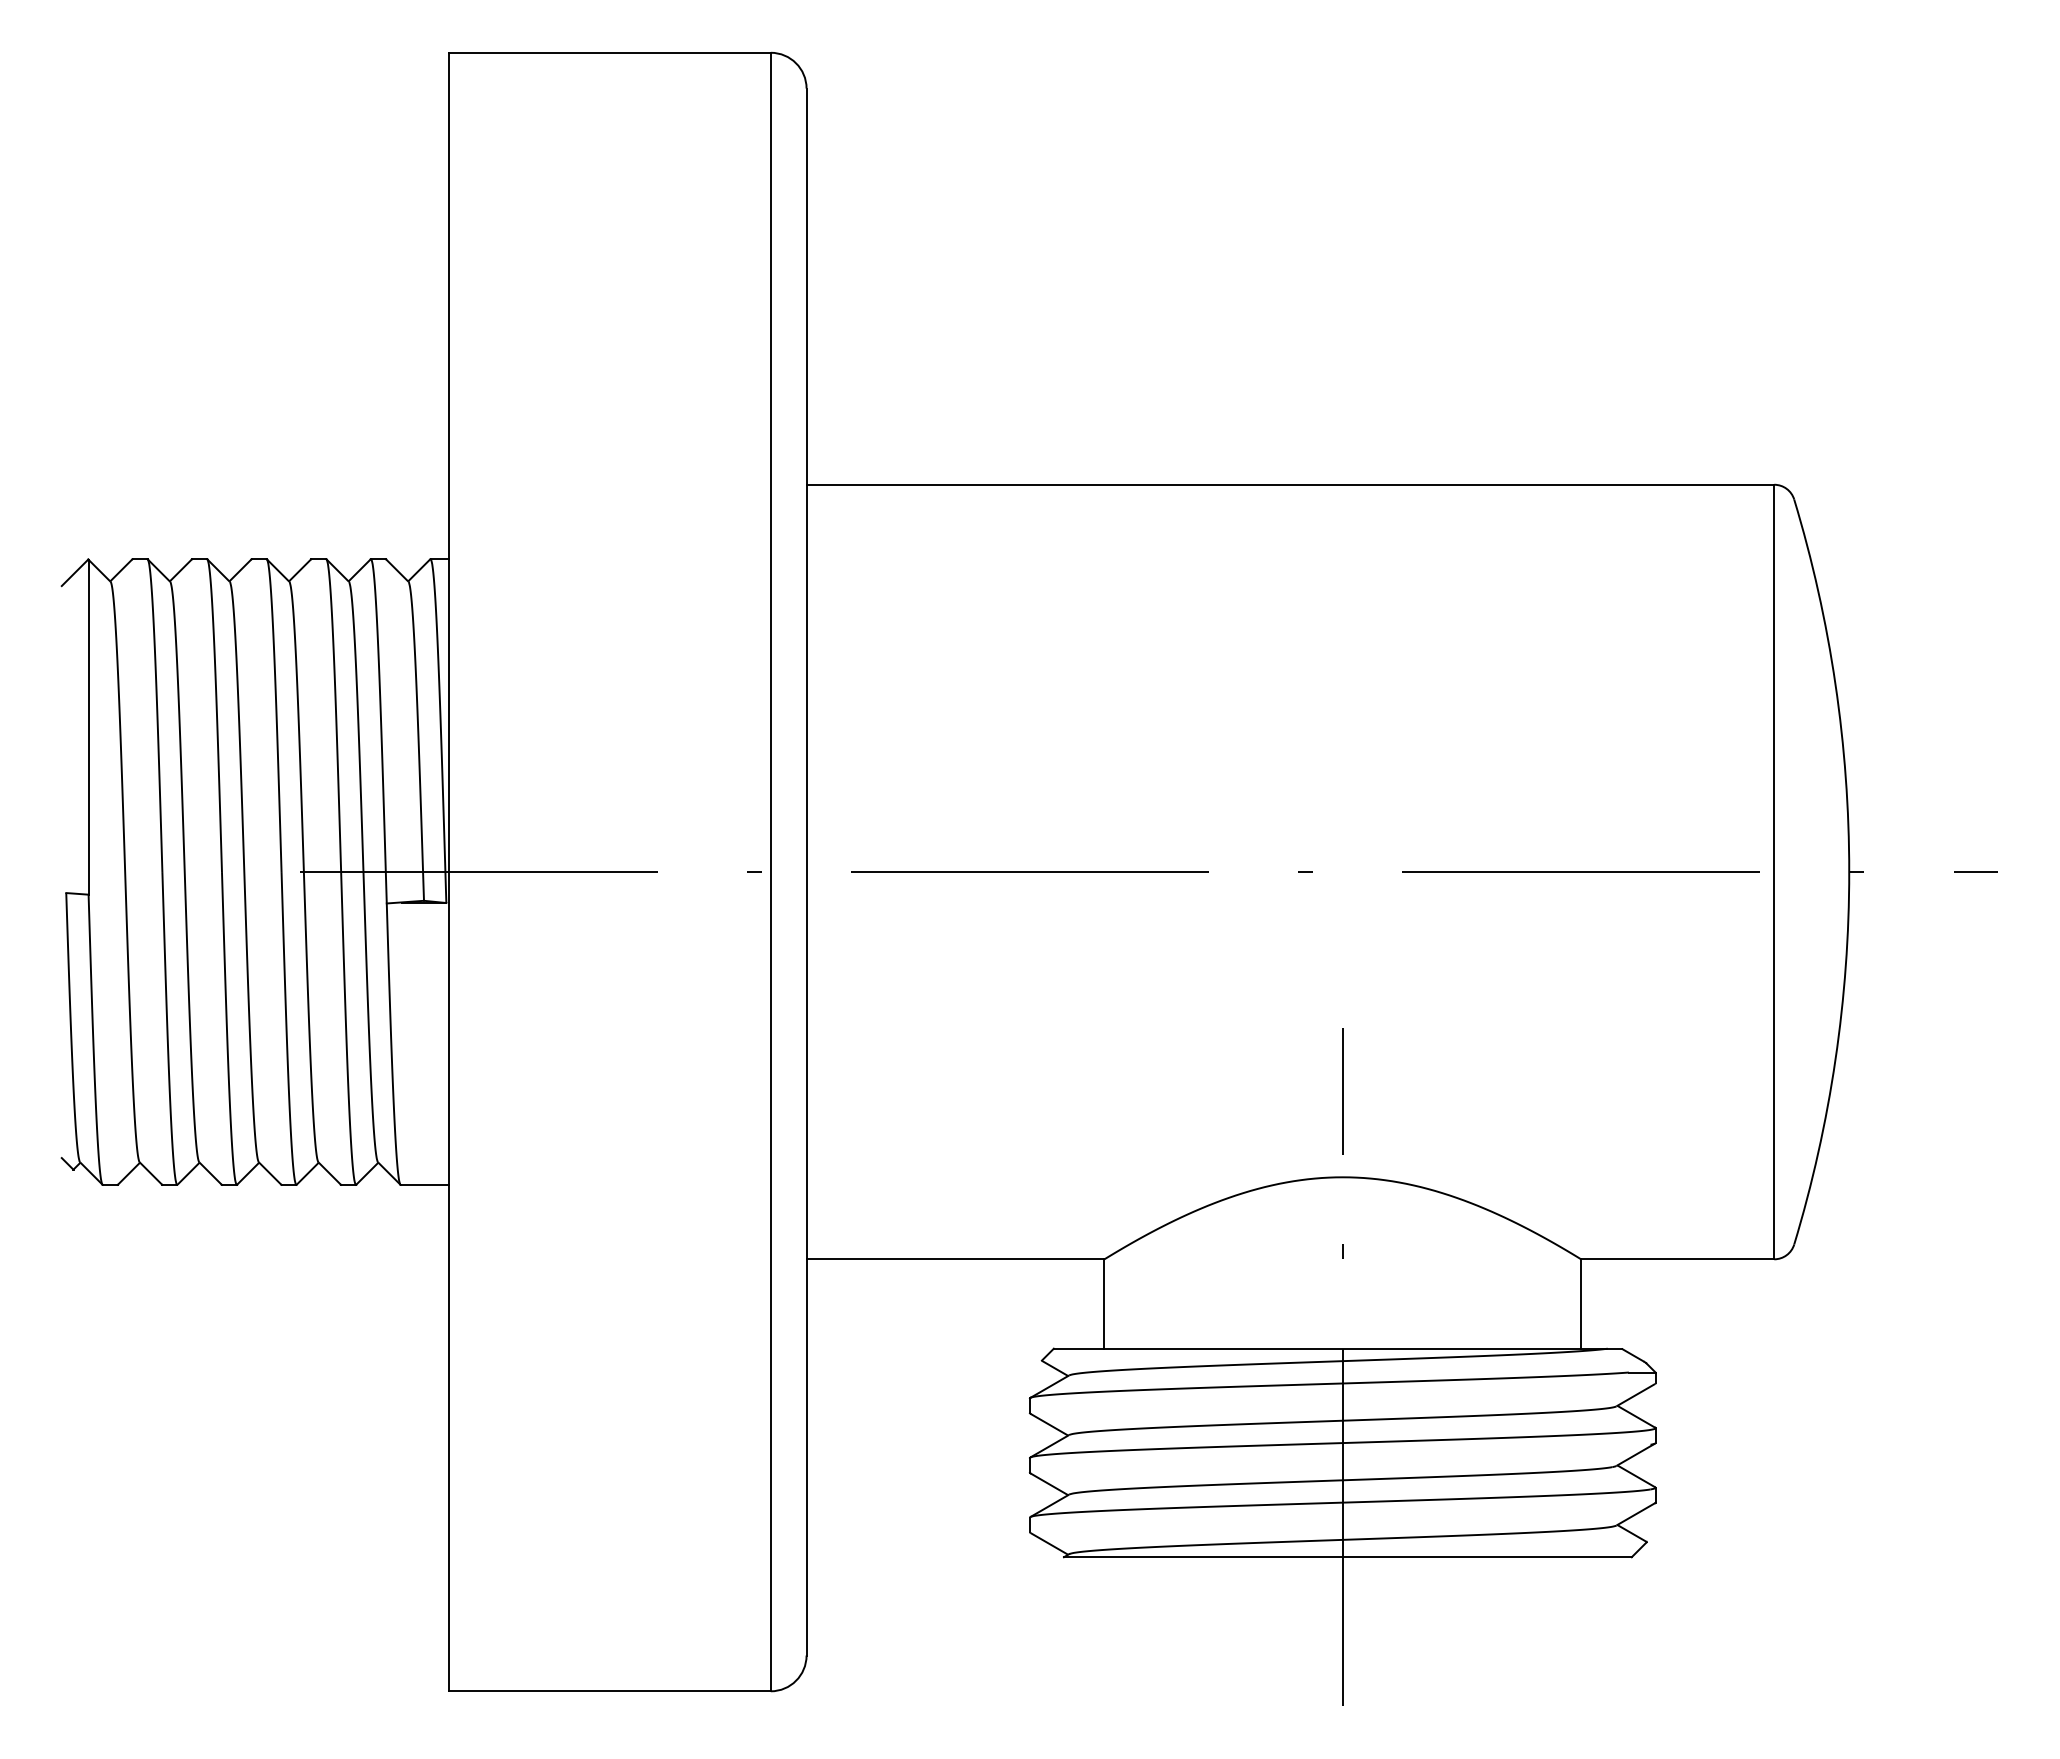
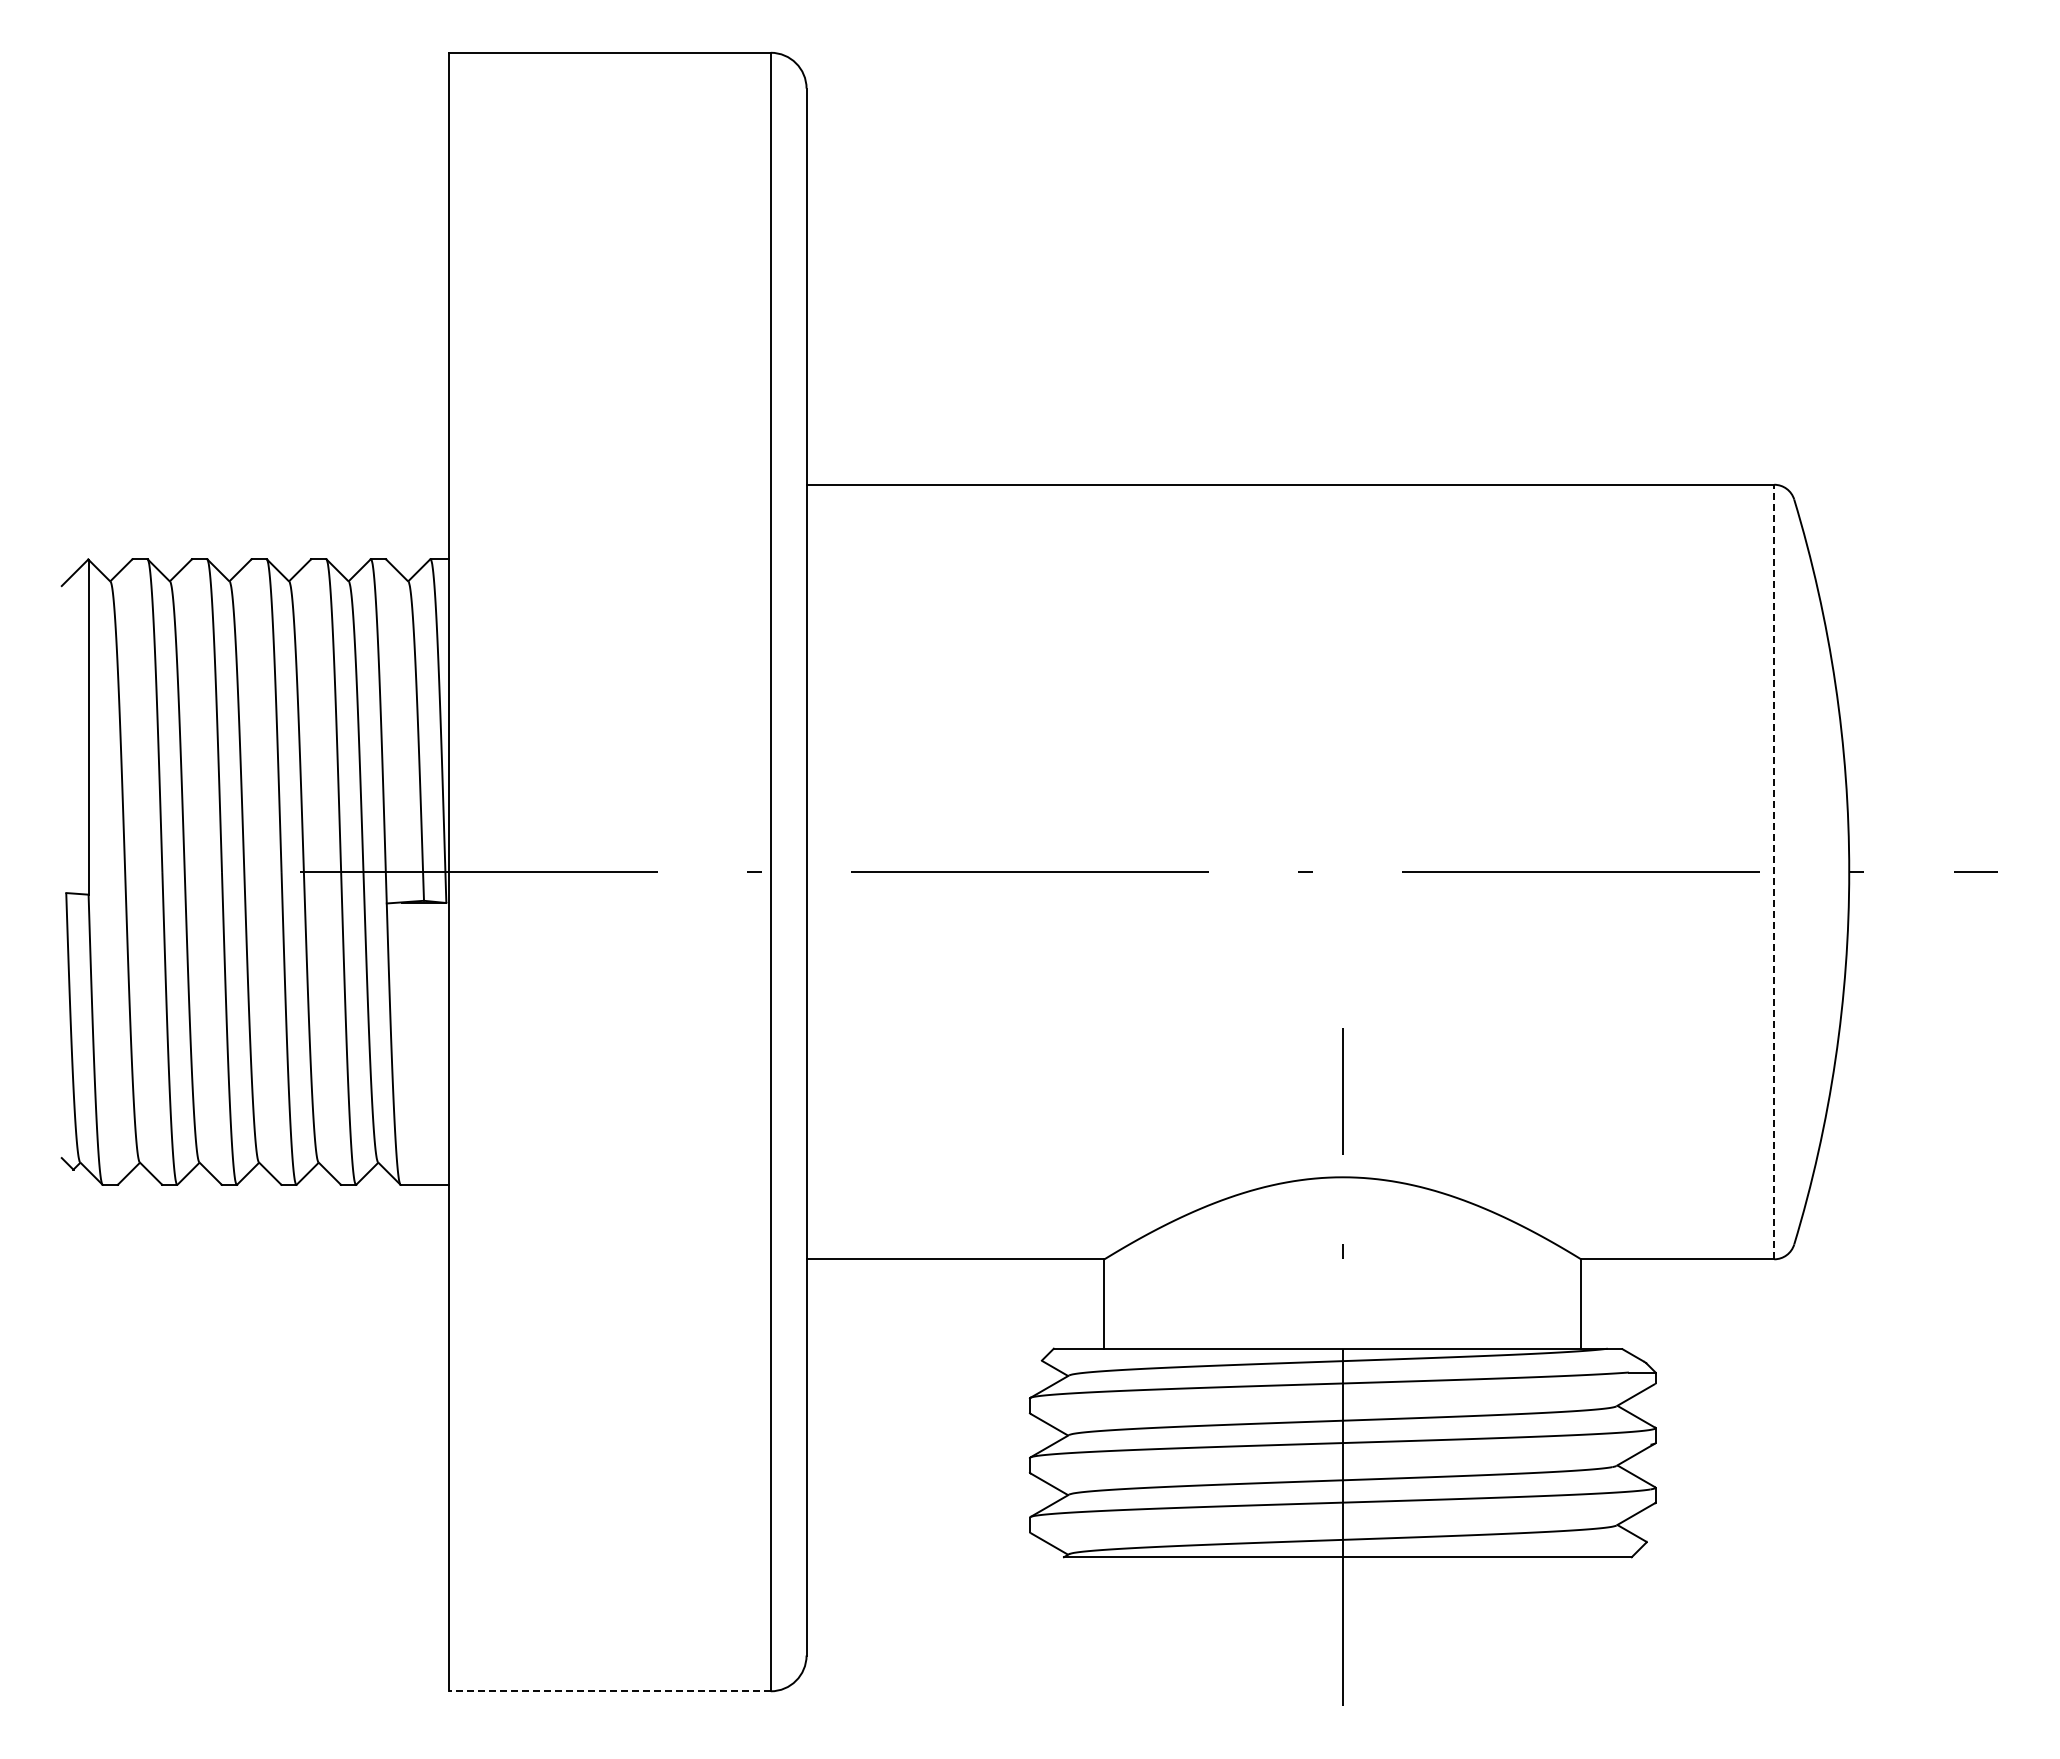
line at (1774, 871): solid -> dashed
line at (609, 1691): solid -> dashed
